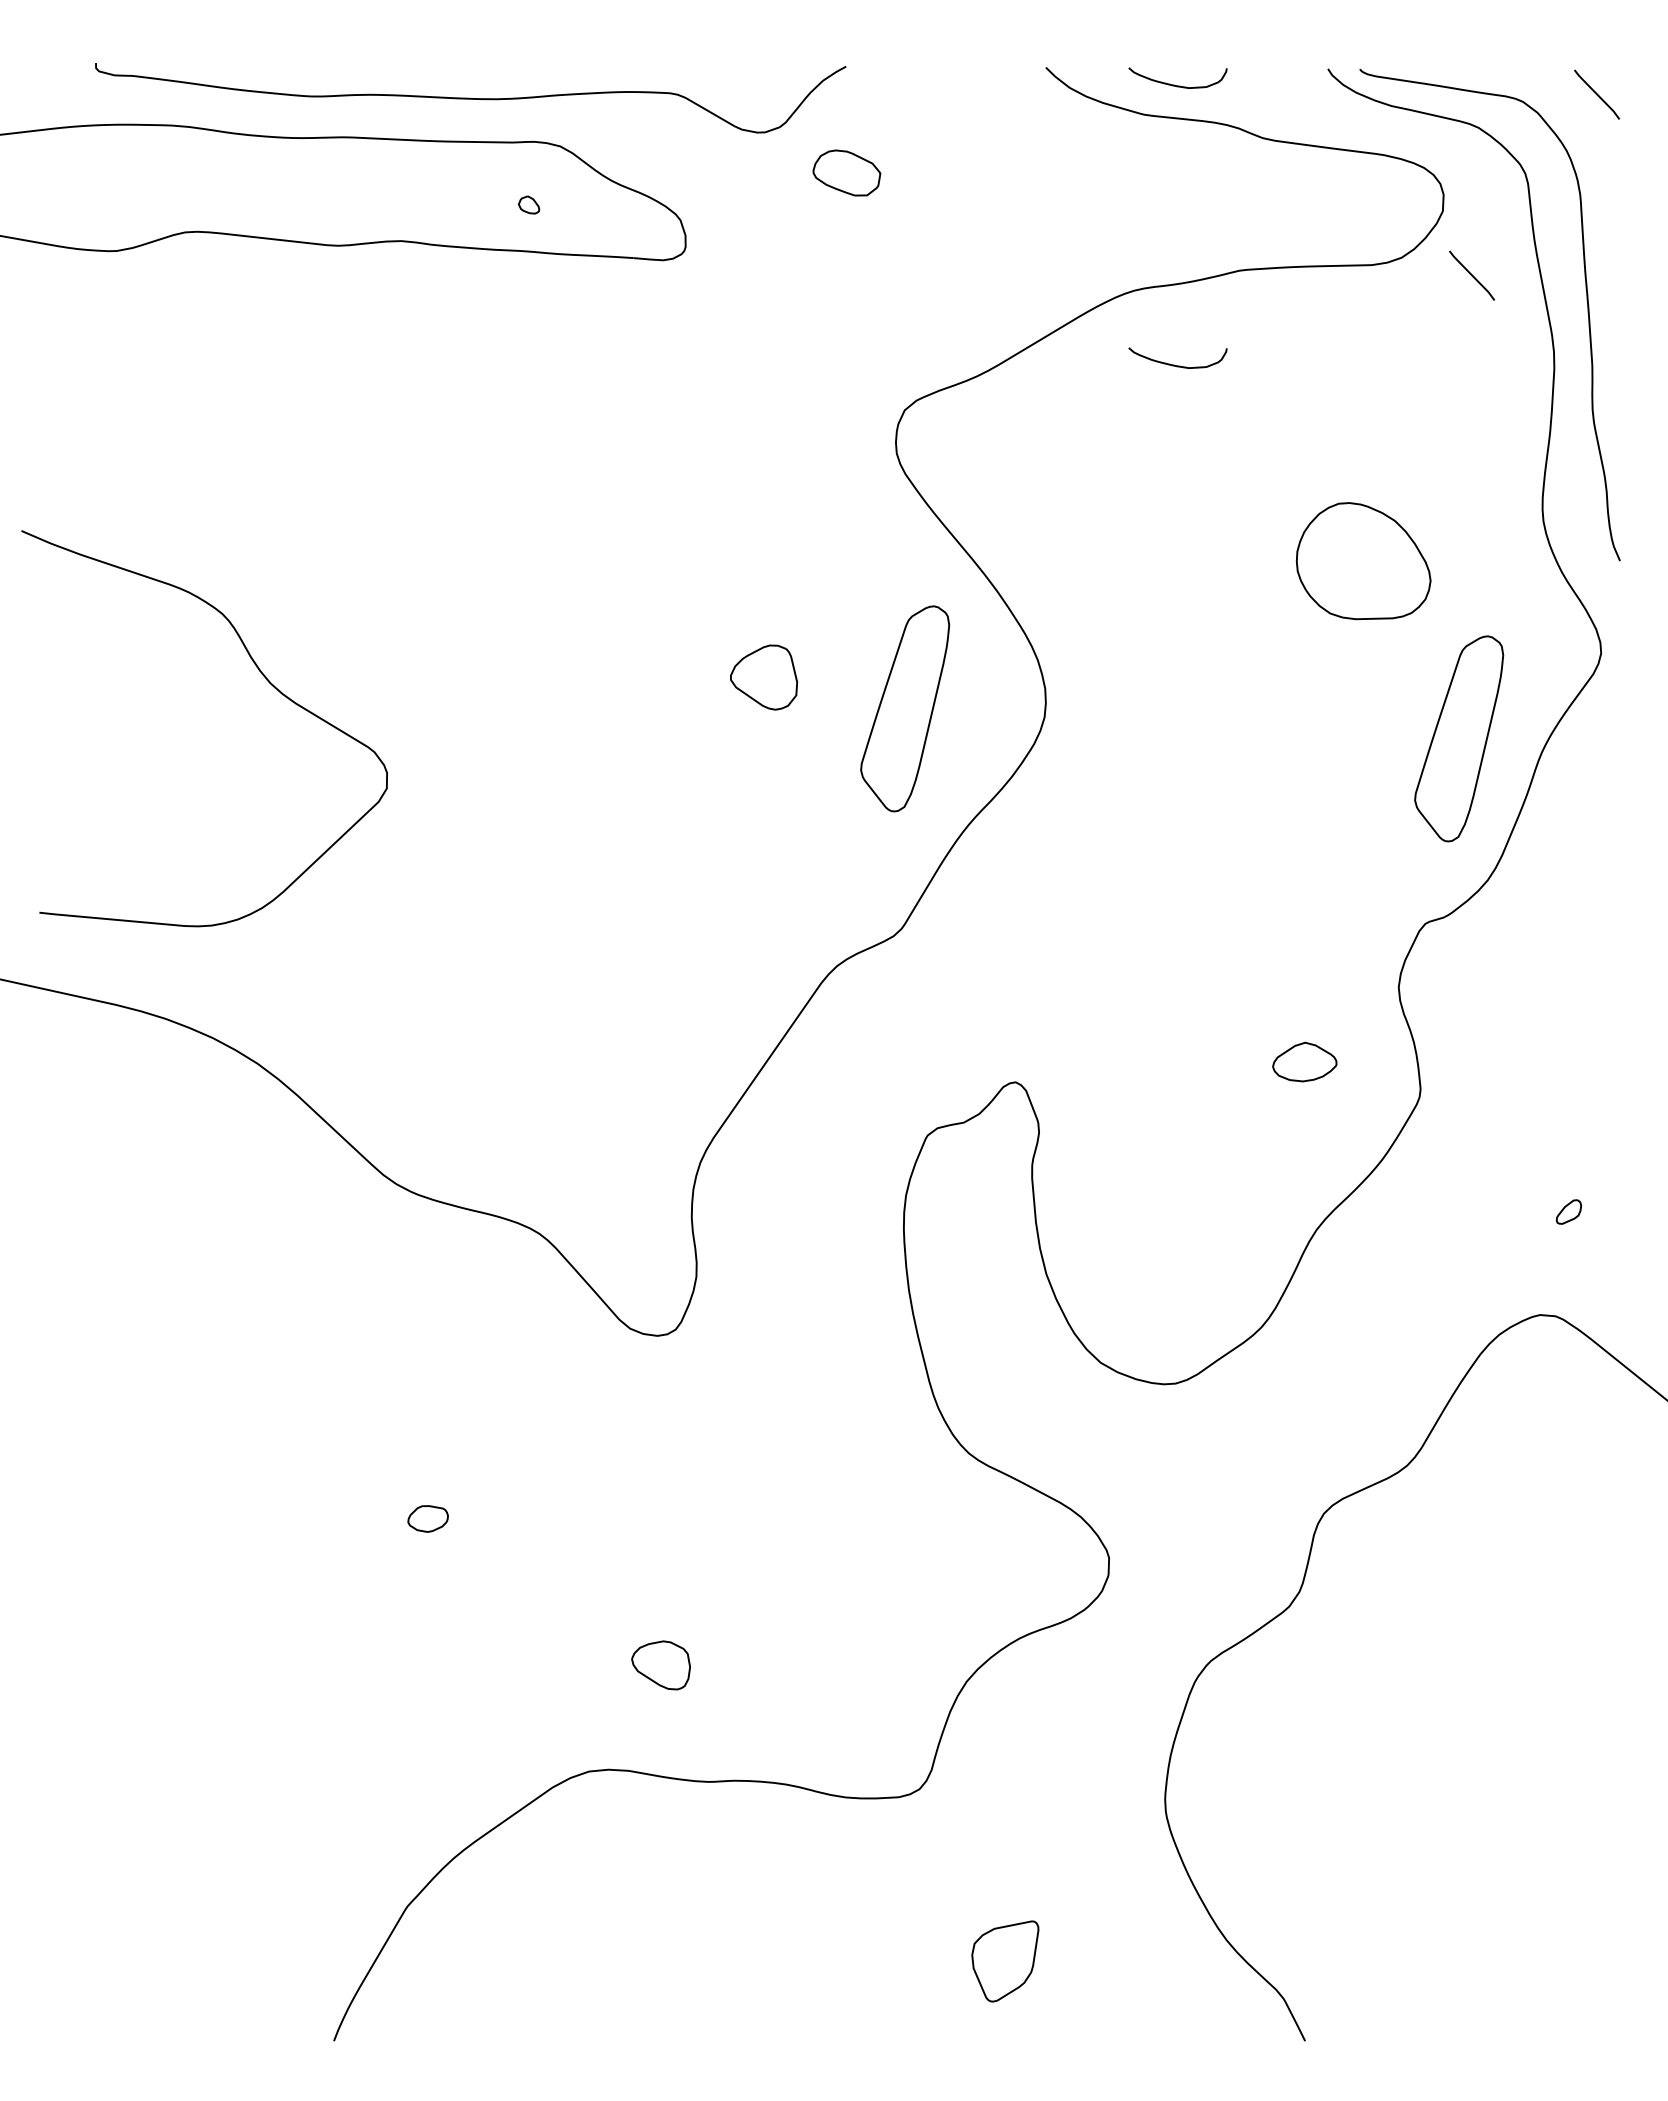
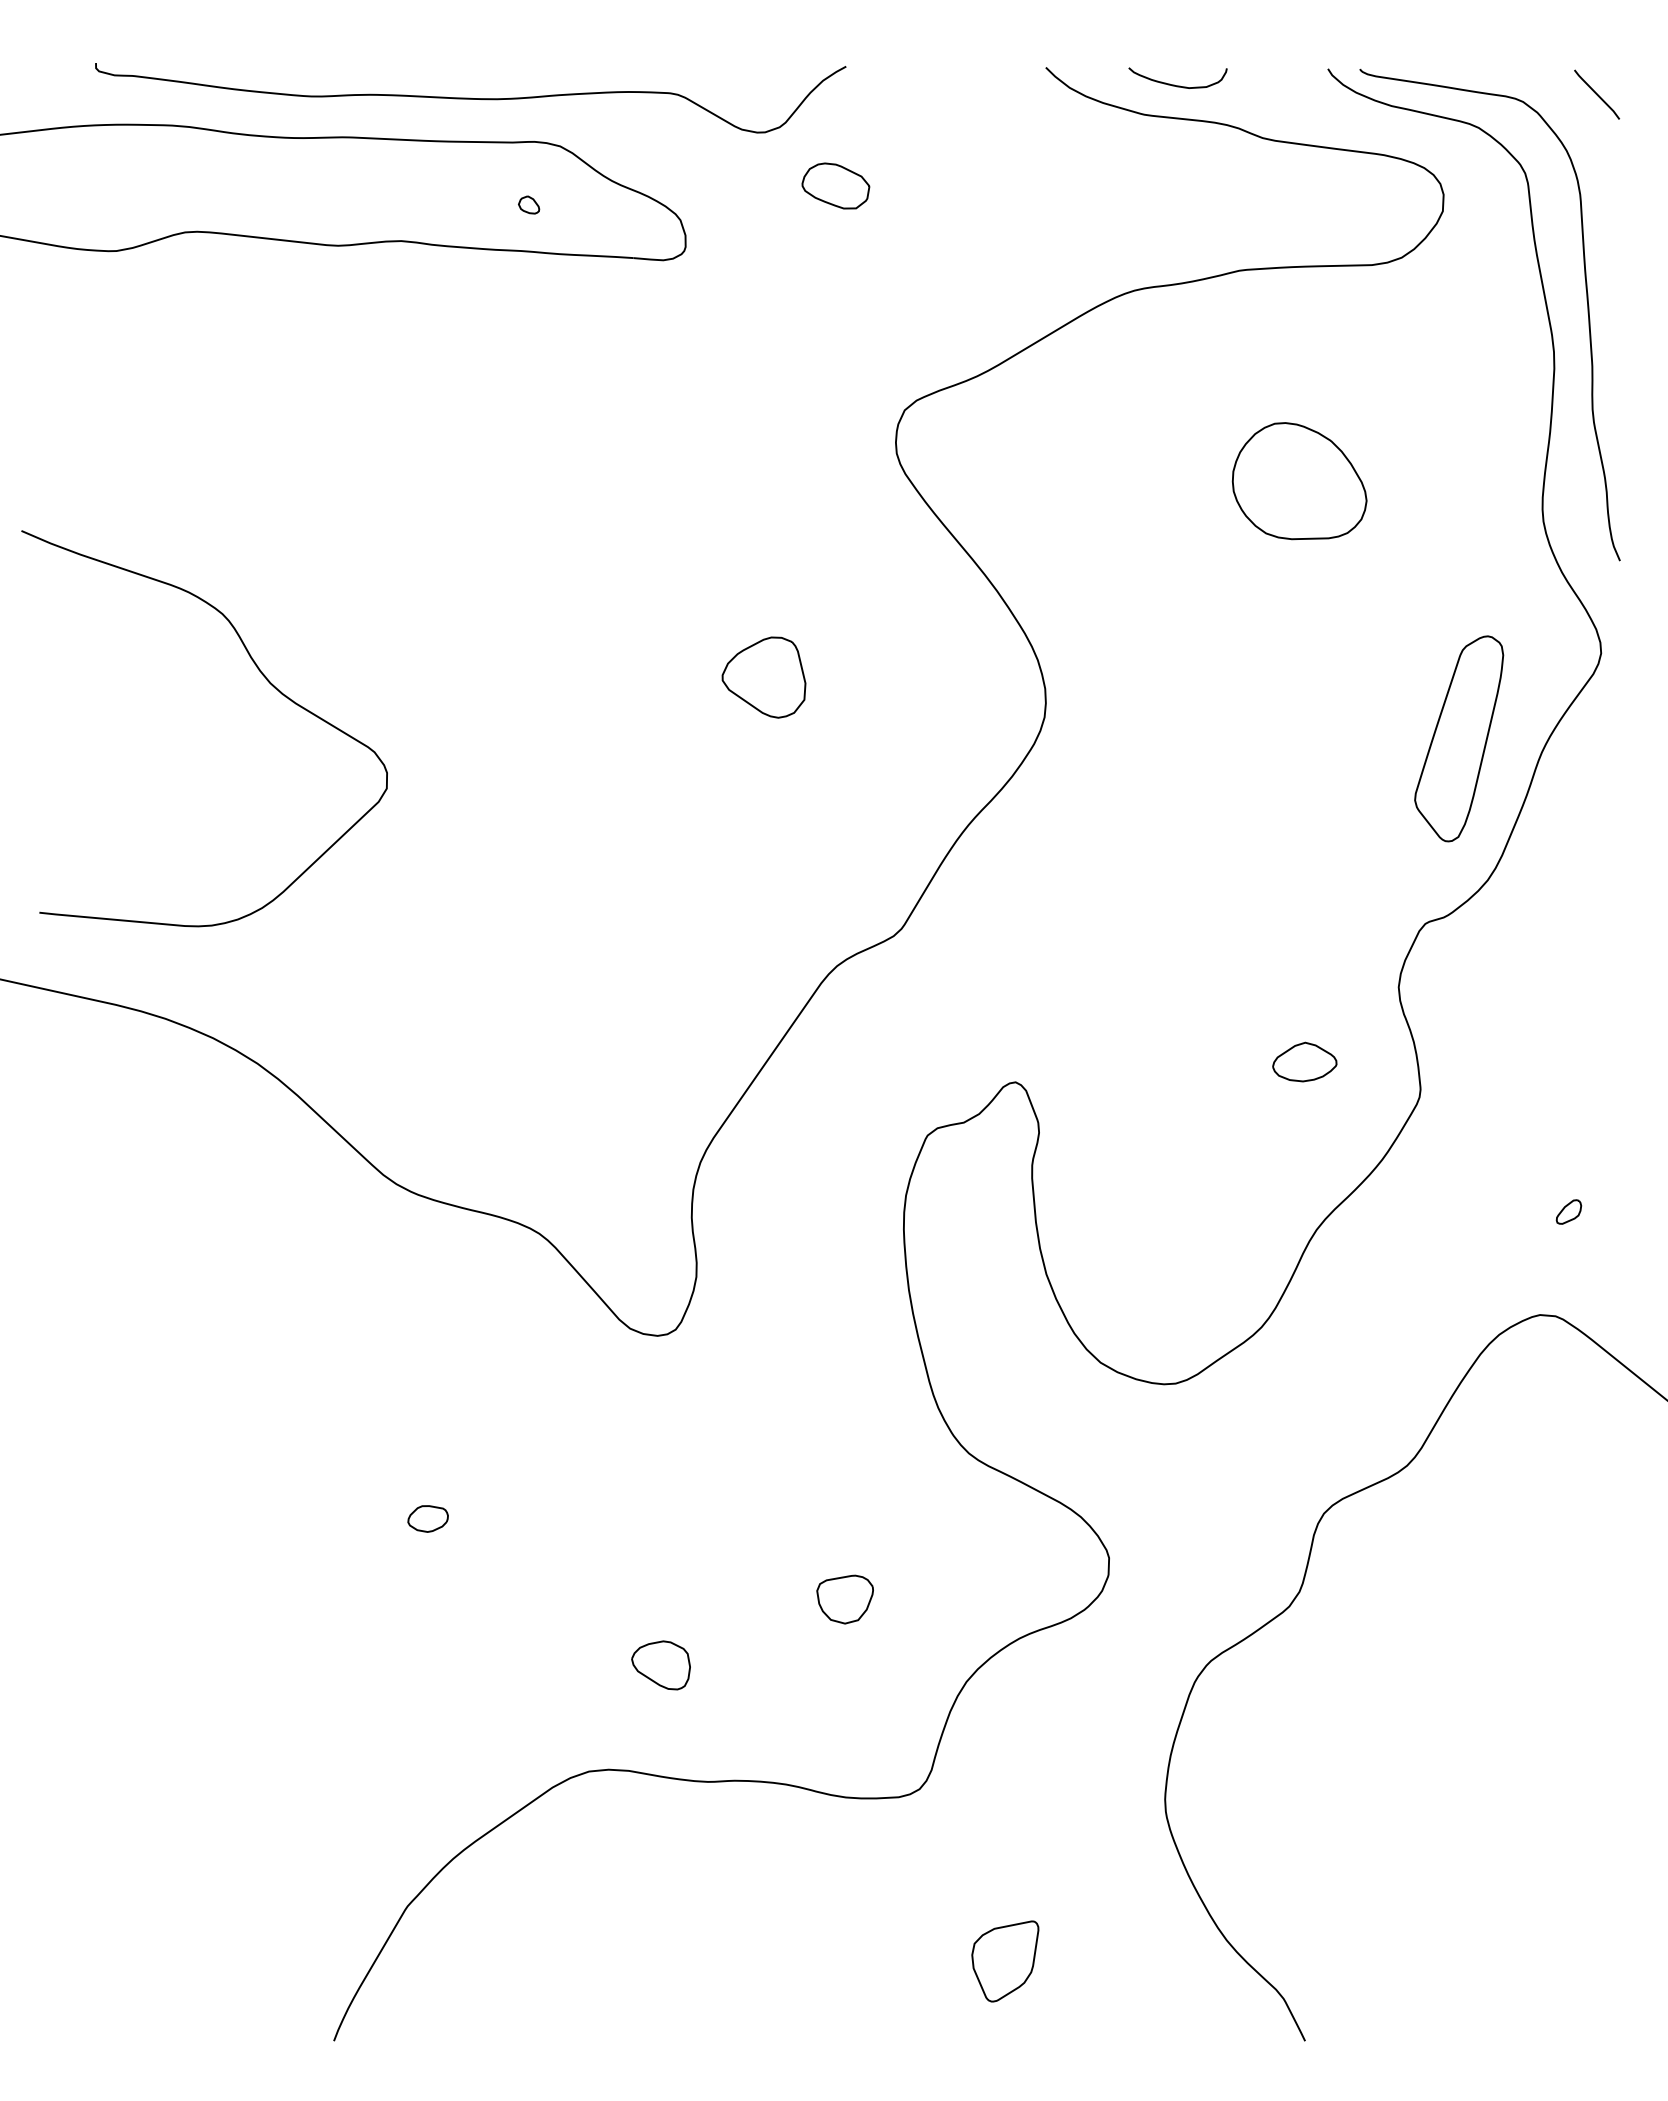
part at (846, 172) position: (846, 172) -> (835, 185)
line at (1472, 275): present -> none
curve at (1174, 364): present -> none
part at (1363, 561) position: (1363, 561) -> (1299, 481)
part at (764, 677) size: 69x67 px -> 86x83 px
part at (905, 708): present -> none
part at (844, 1599): none -> present
